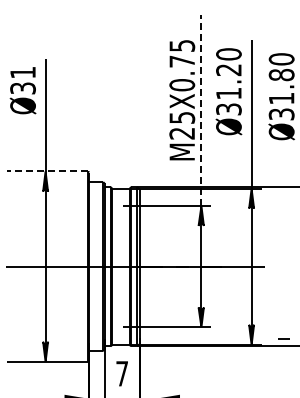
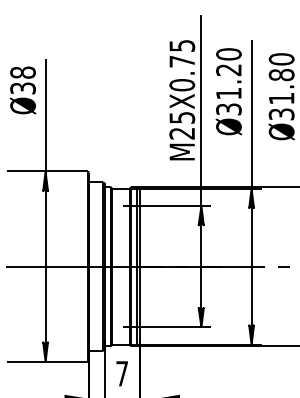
text at (22, 72): Ø31 -> Ø38
line at (201, 110): dashed -> solid
line at (47, 171): dashed -> solid
line at (283, 338) position: (283, 338) -> (283, 266)
